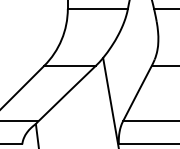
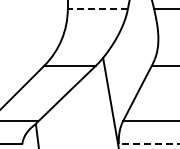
line at (97, 8): solid -> dashed
line at (148, 144): solid -> dashed
